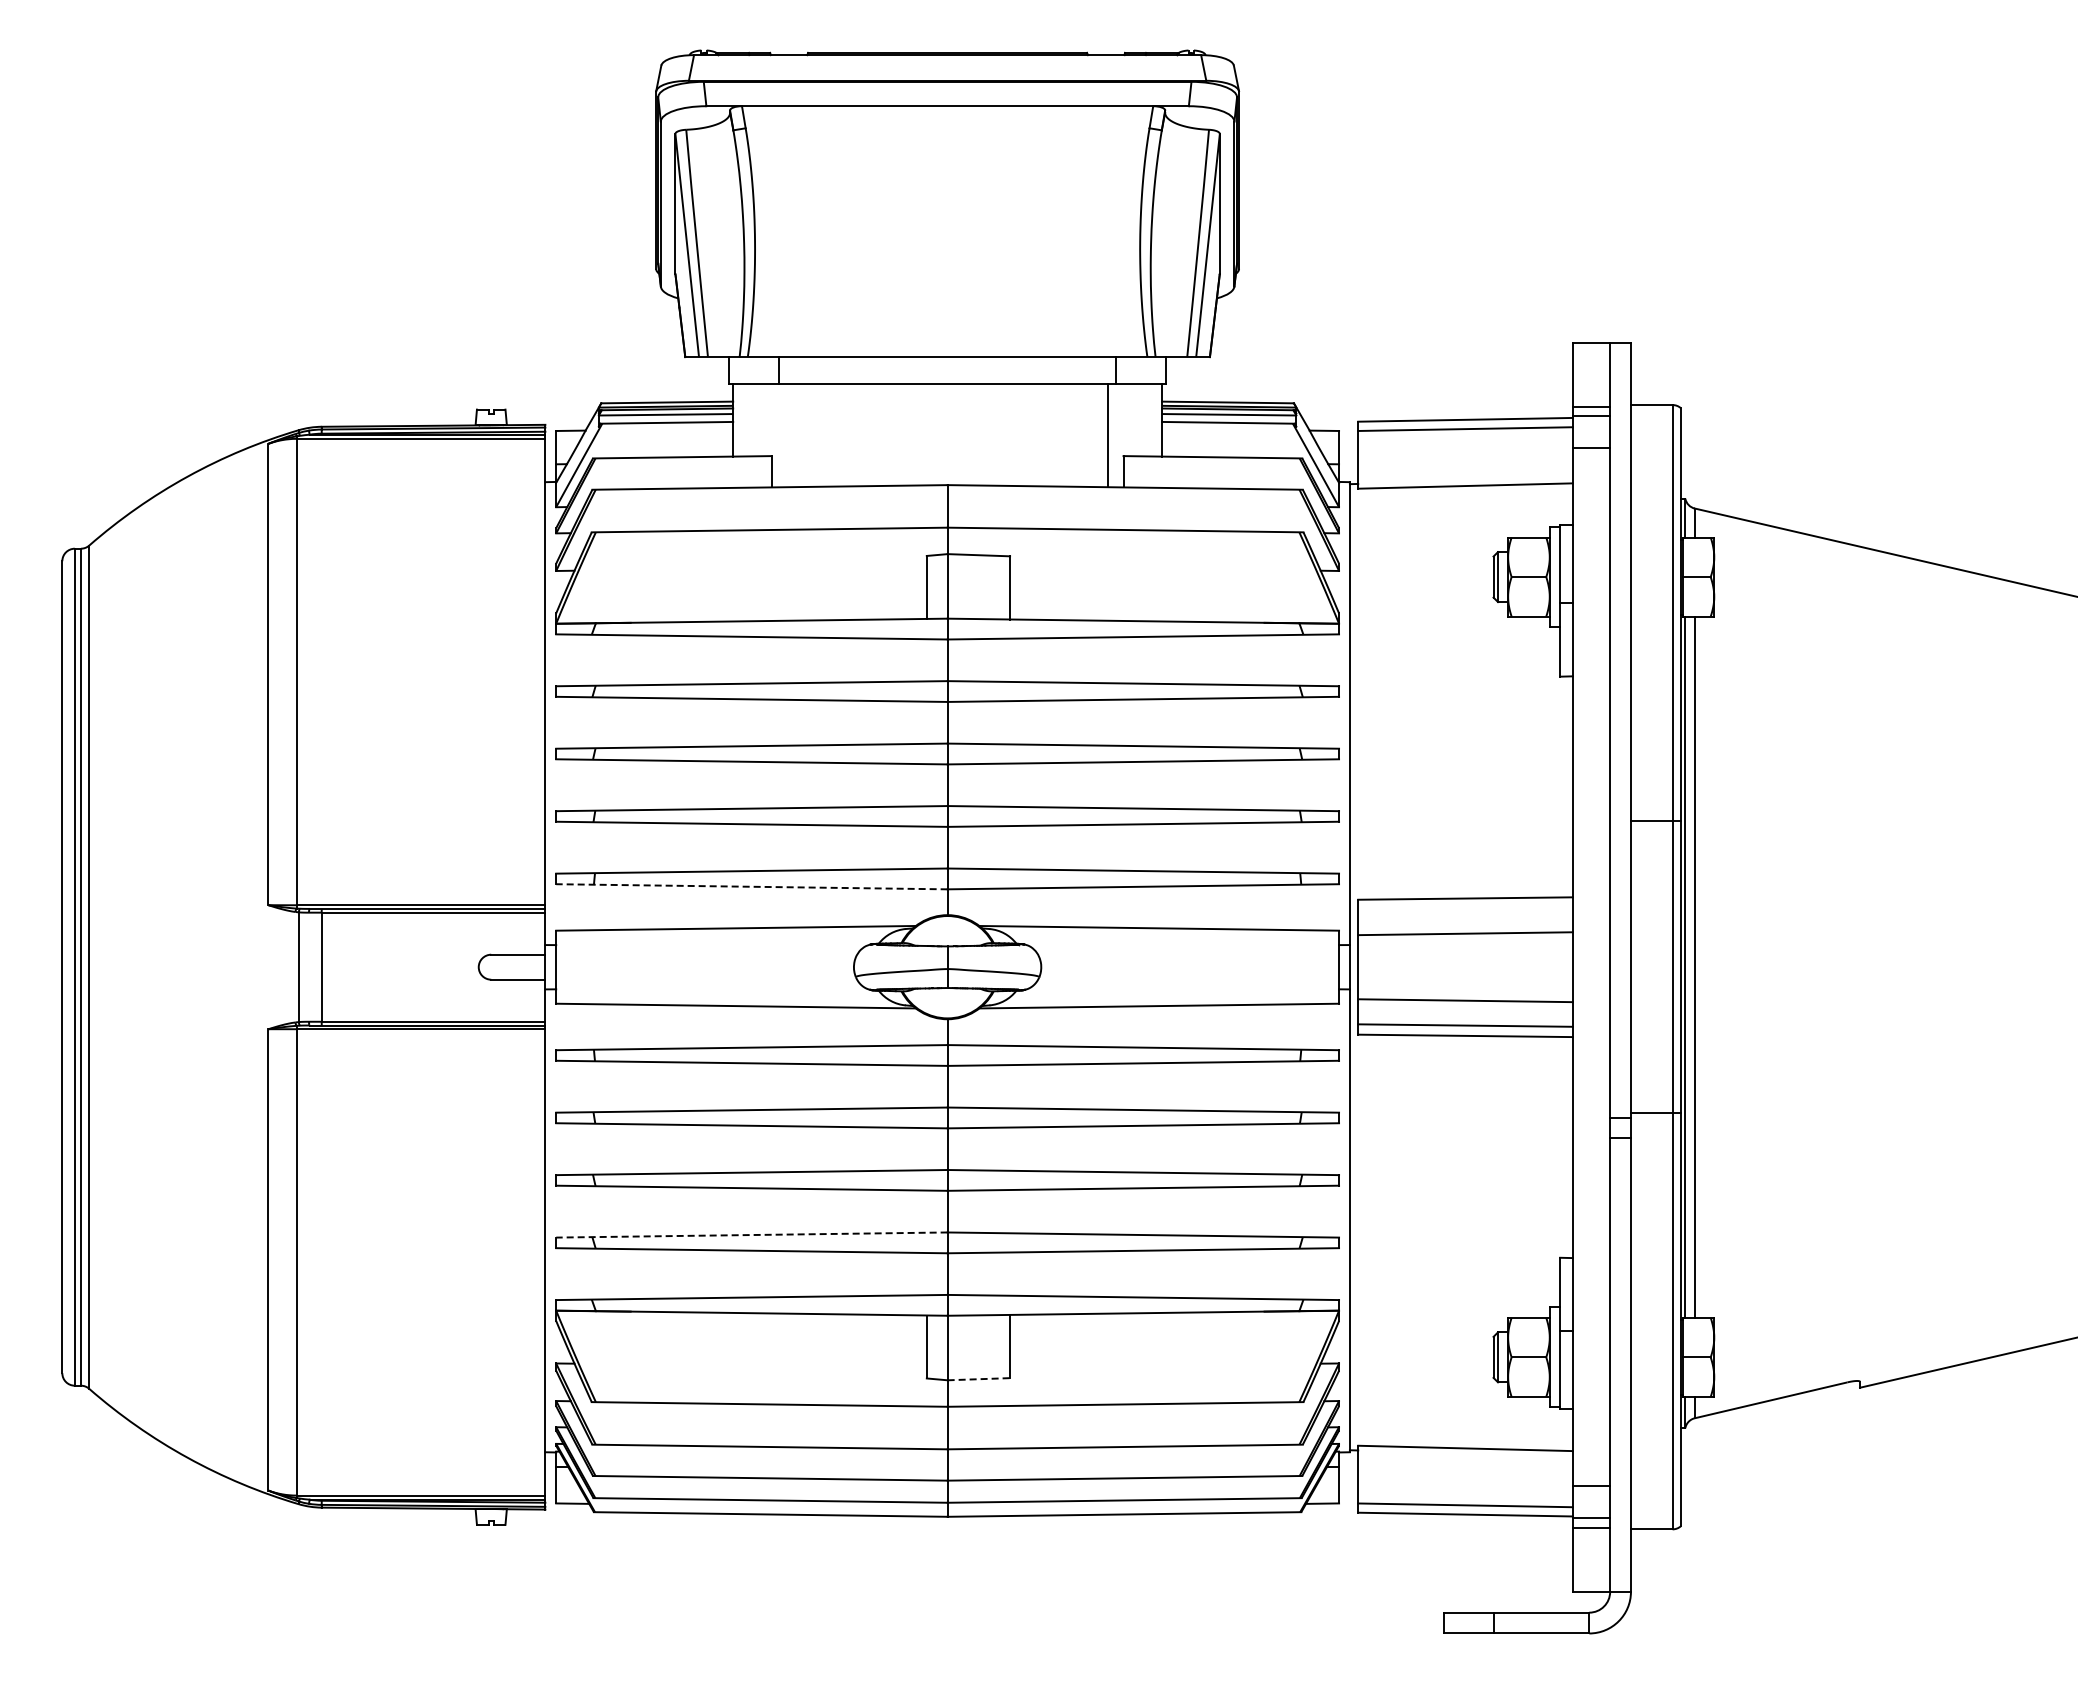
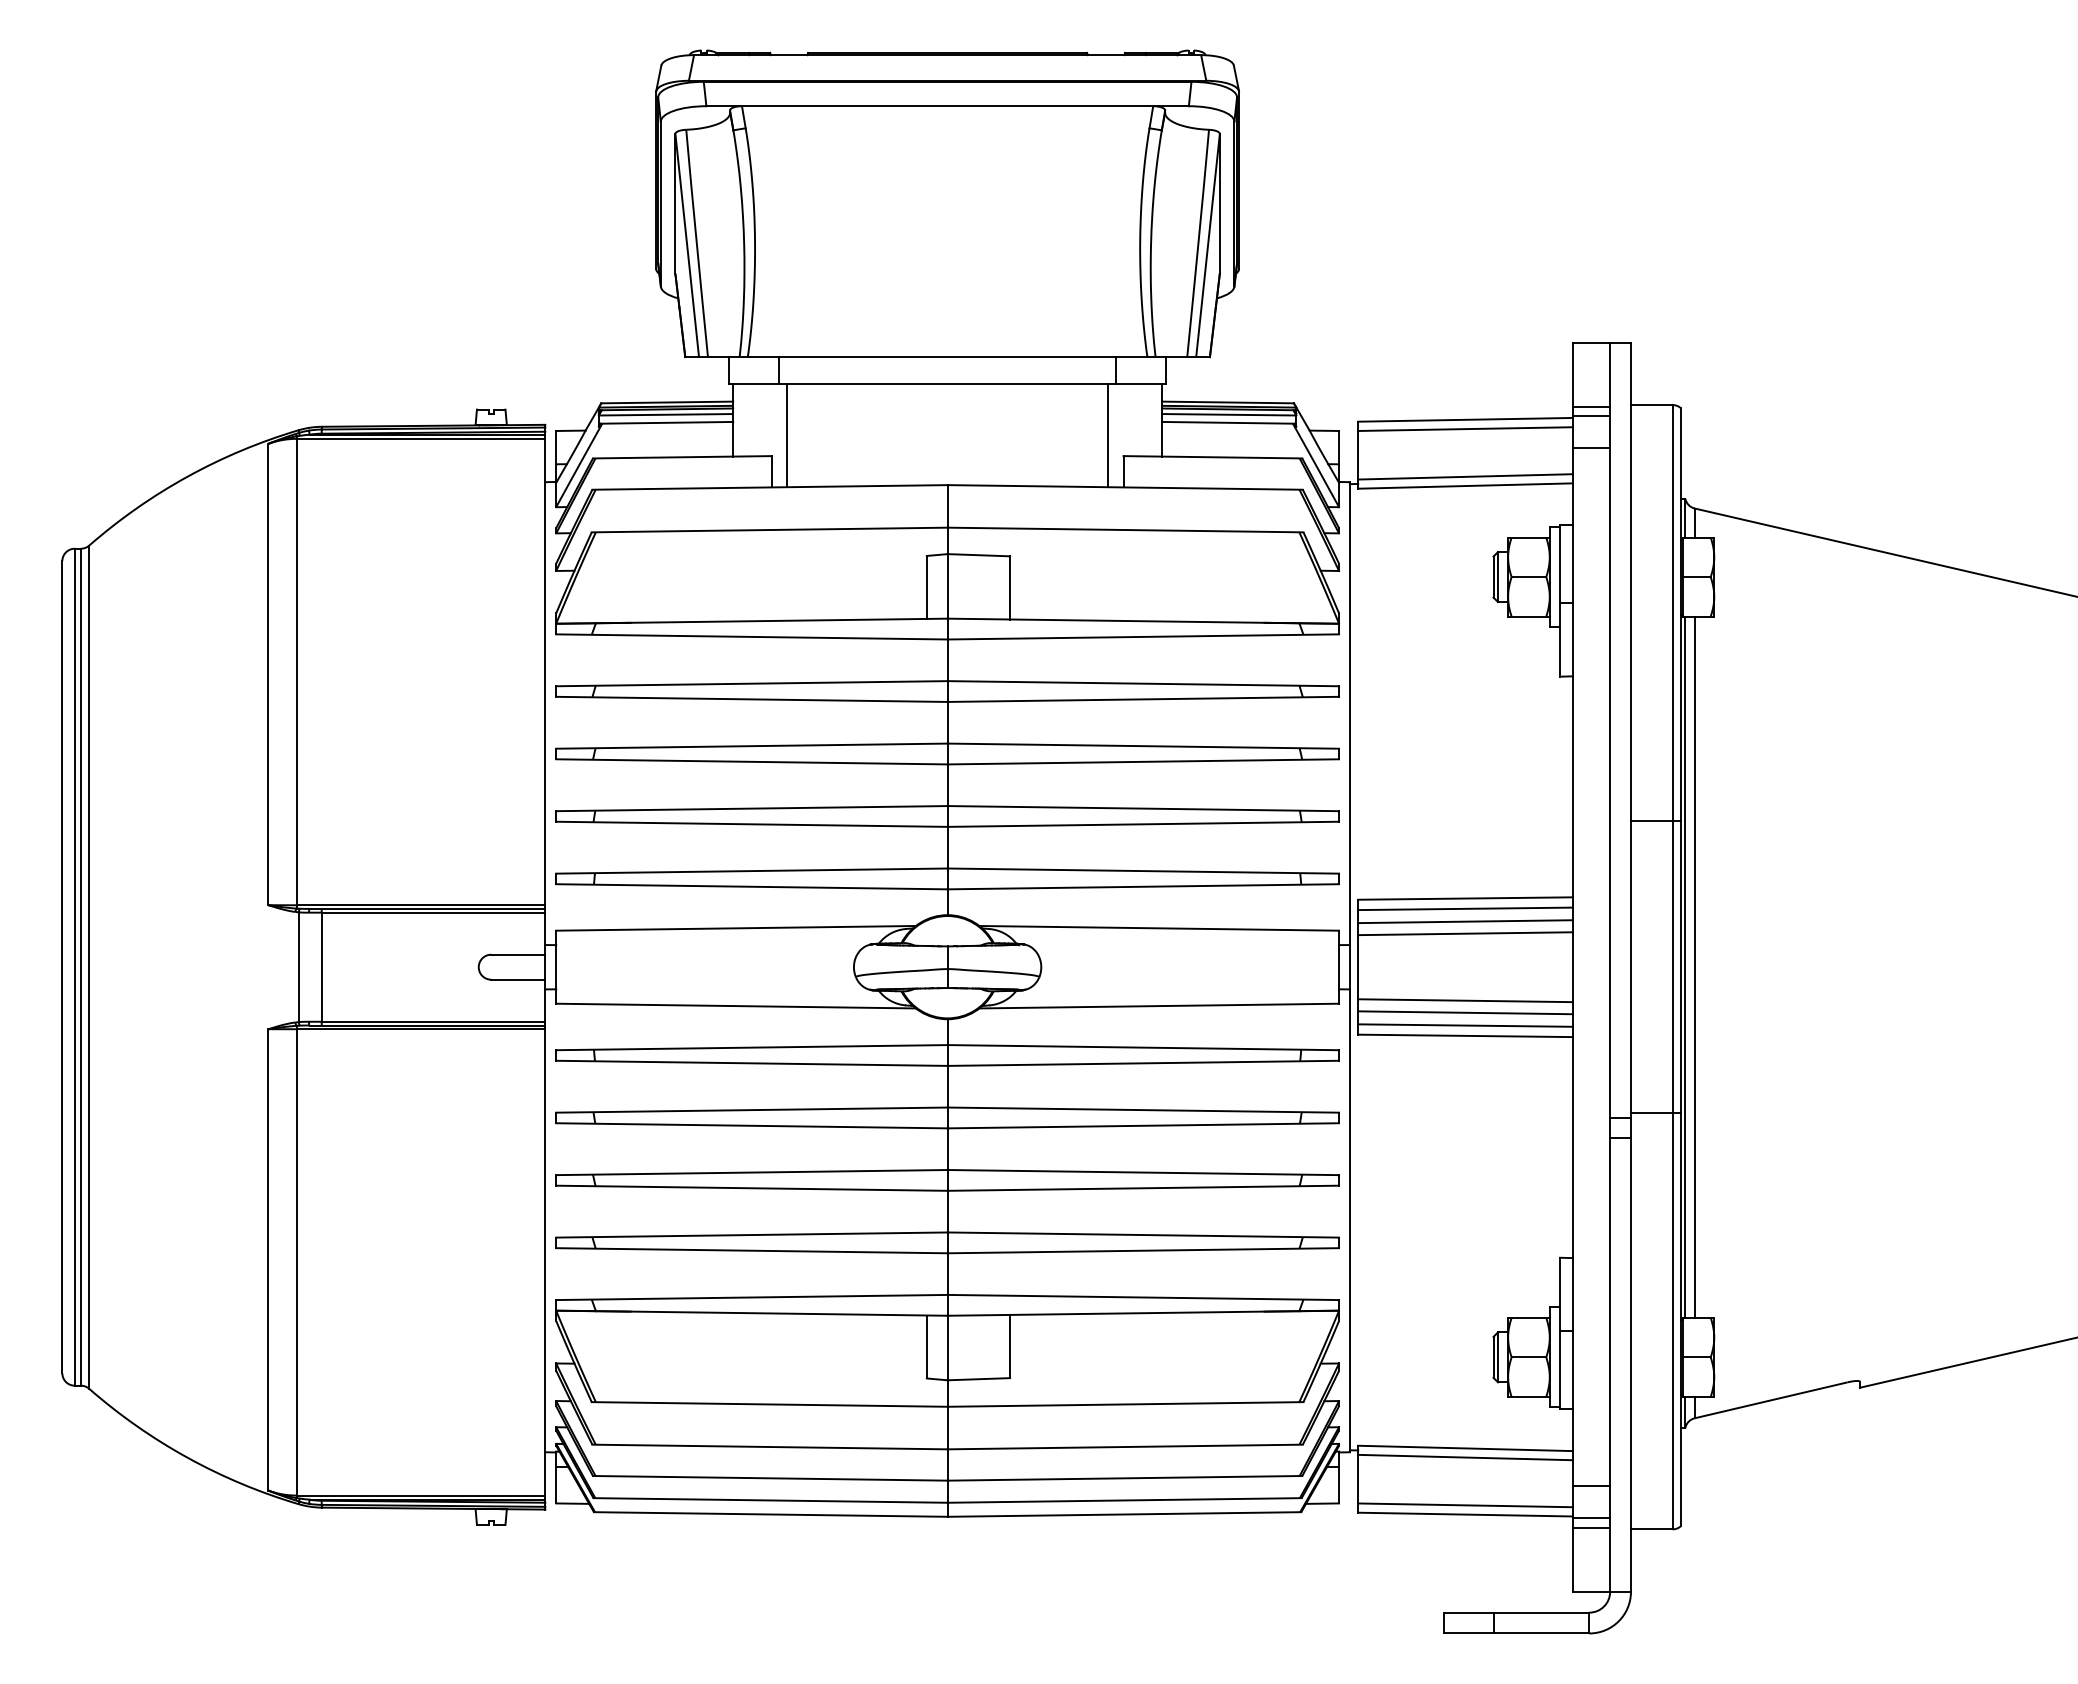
line at (787, 435): none -> present
line at (1465, 476): none -> present
line at (751, 886): dashed -> solid
line at (1465, 908): none -> present
line at (1465, 921): none -> present
line at (1465, 1012): none -> present
line at (751, 1235): dashed -> solid
line at (979, 1379): dashed -> solid
line at (1465, 1457): none -> present
